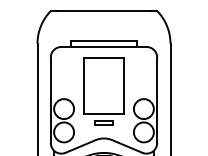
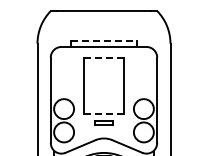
line at (104, 41): solid -> dashed
line at (104, 57): solid -> dashed
line at (104, 113): solid -> dashed
